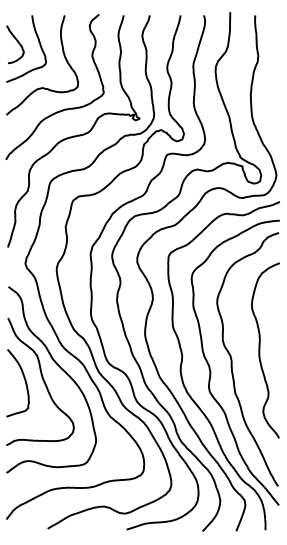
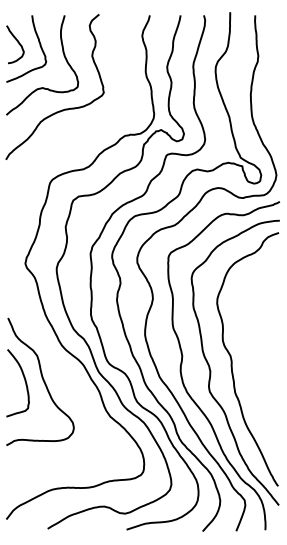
curve at (73, 135): present -> none
curve at (260, 350): present -> none
curve at (61, 369): present -> none
